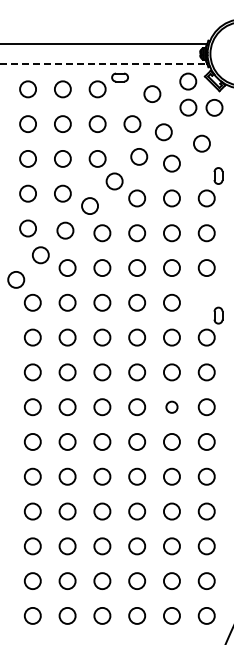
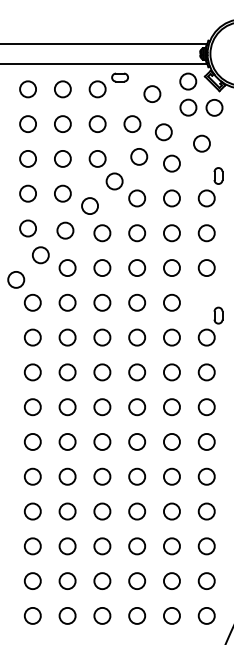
line at (103, 63): dashed -> solid
circle at (171, 406) size: 14x14 px -> 18x19 px
